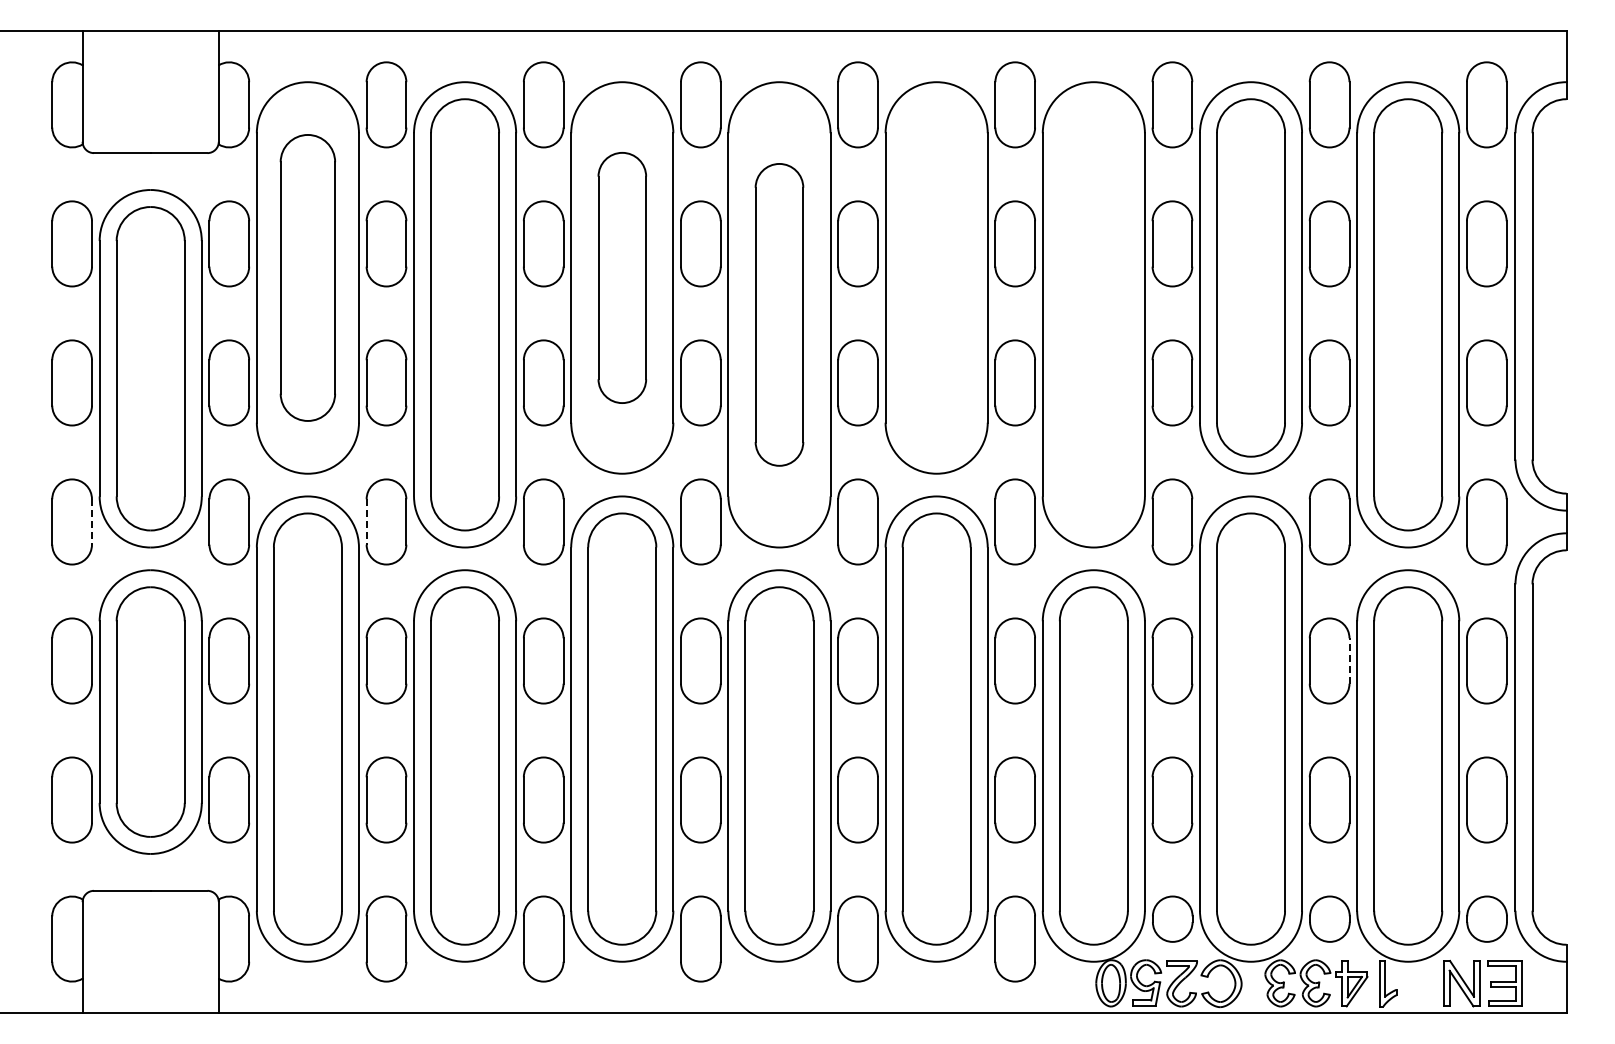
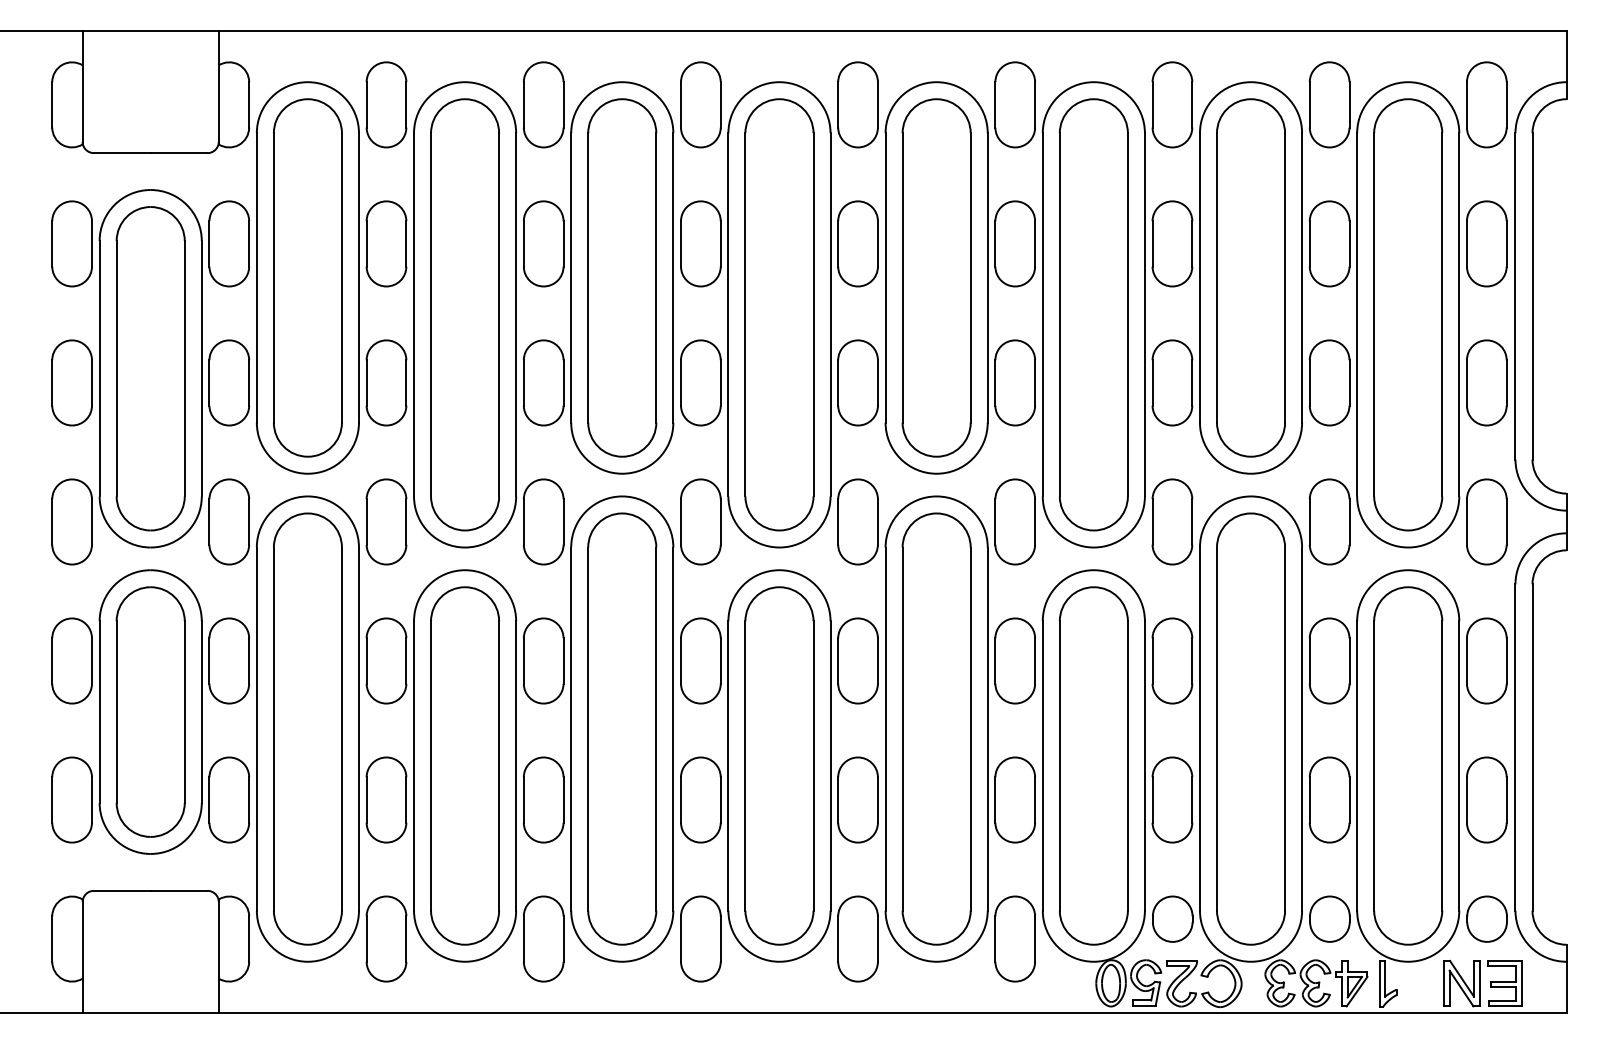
part at (307, 277) size: 57x288 px -> 70x360 px
part at (621, 277) size: 50x252 px -> 71x360 px
part at (936, 277): none -> present
part at (779, 314) size: 51x304 px -> 71x434 px
part at (1093, 314): none -> present
line at (91, 521): dashed -> solid
line at (366, 521): dashed -> solid
line at (1349, 661): dashed -> solid
